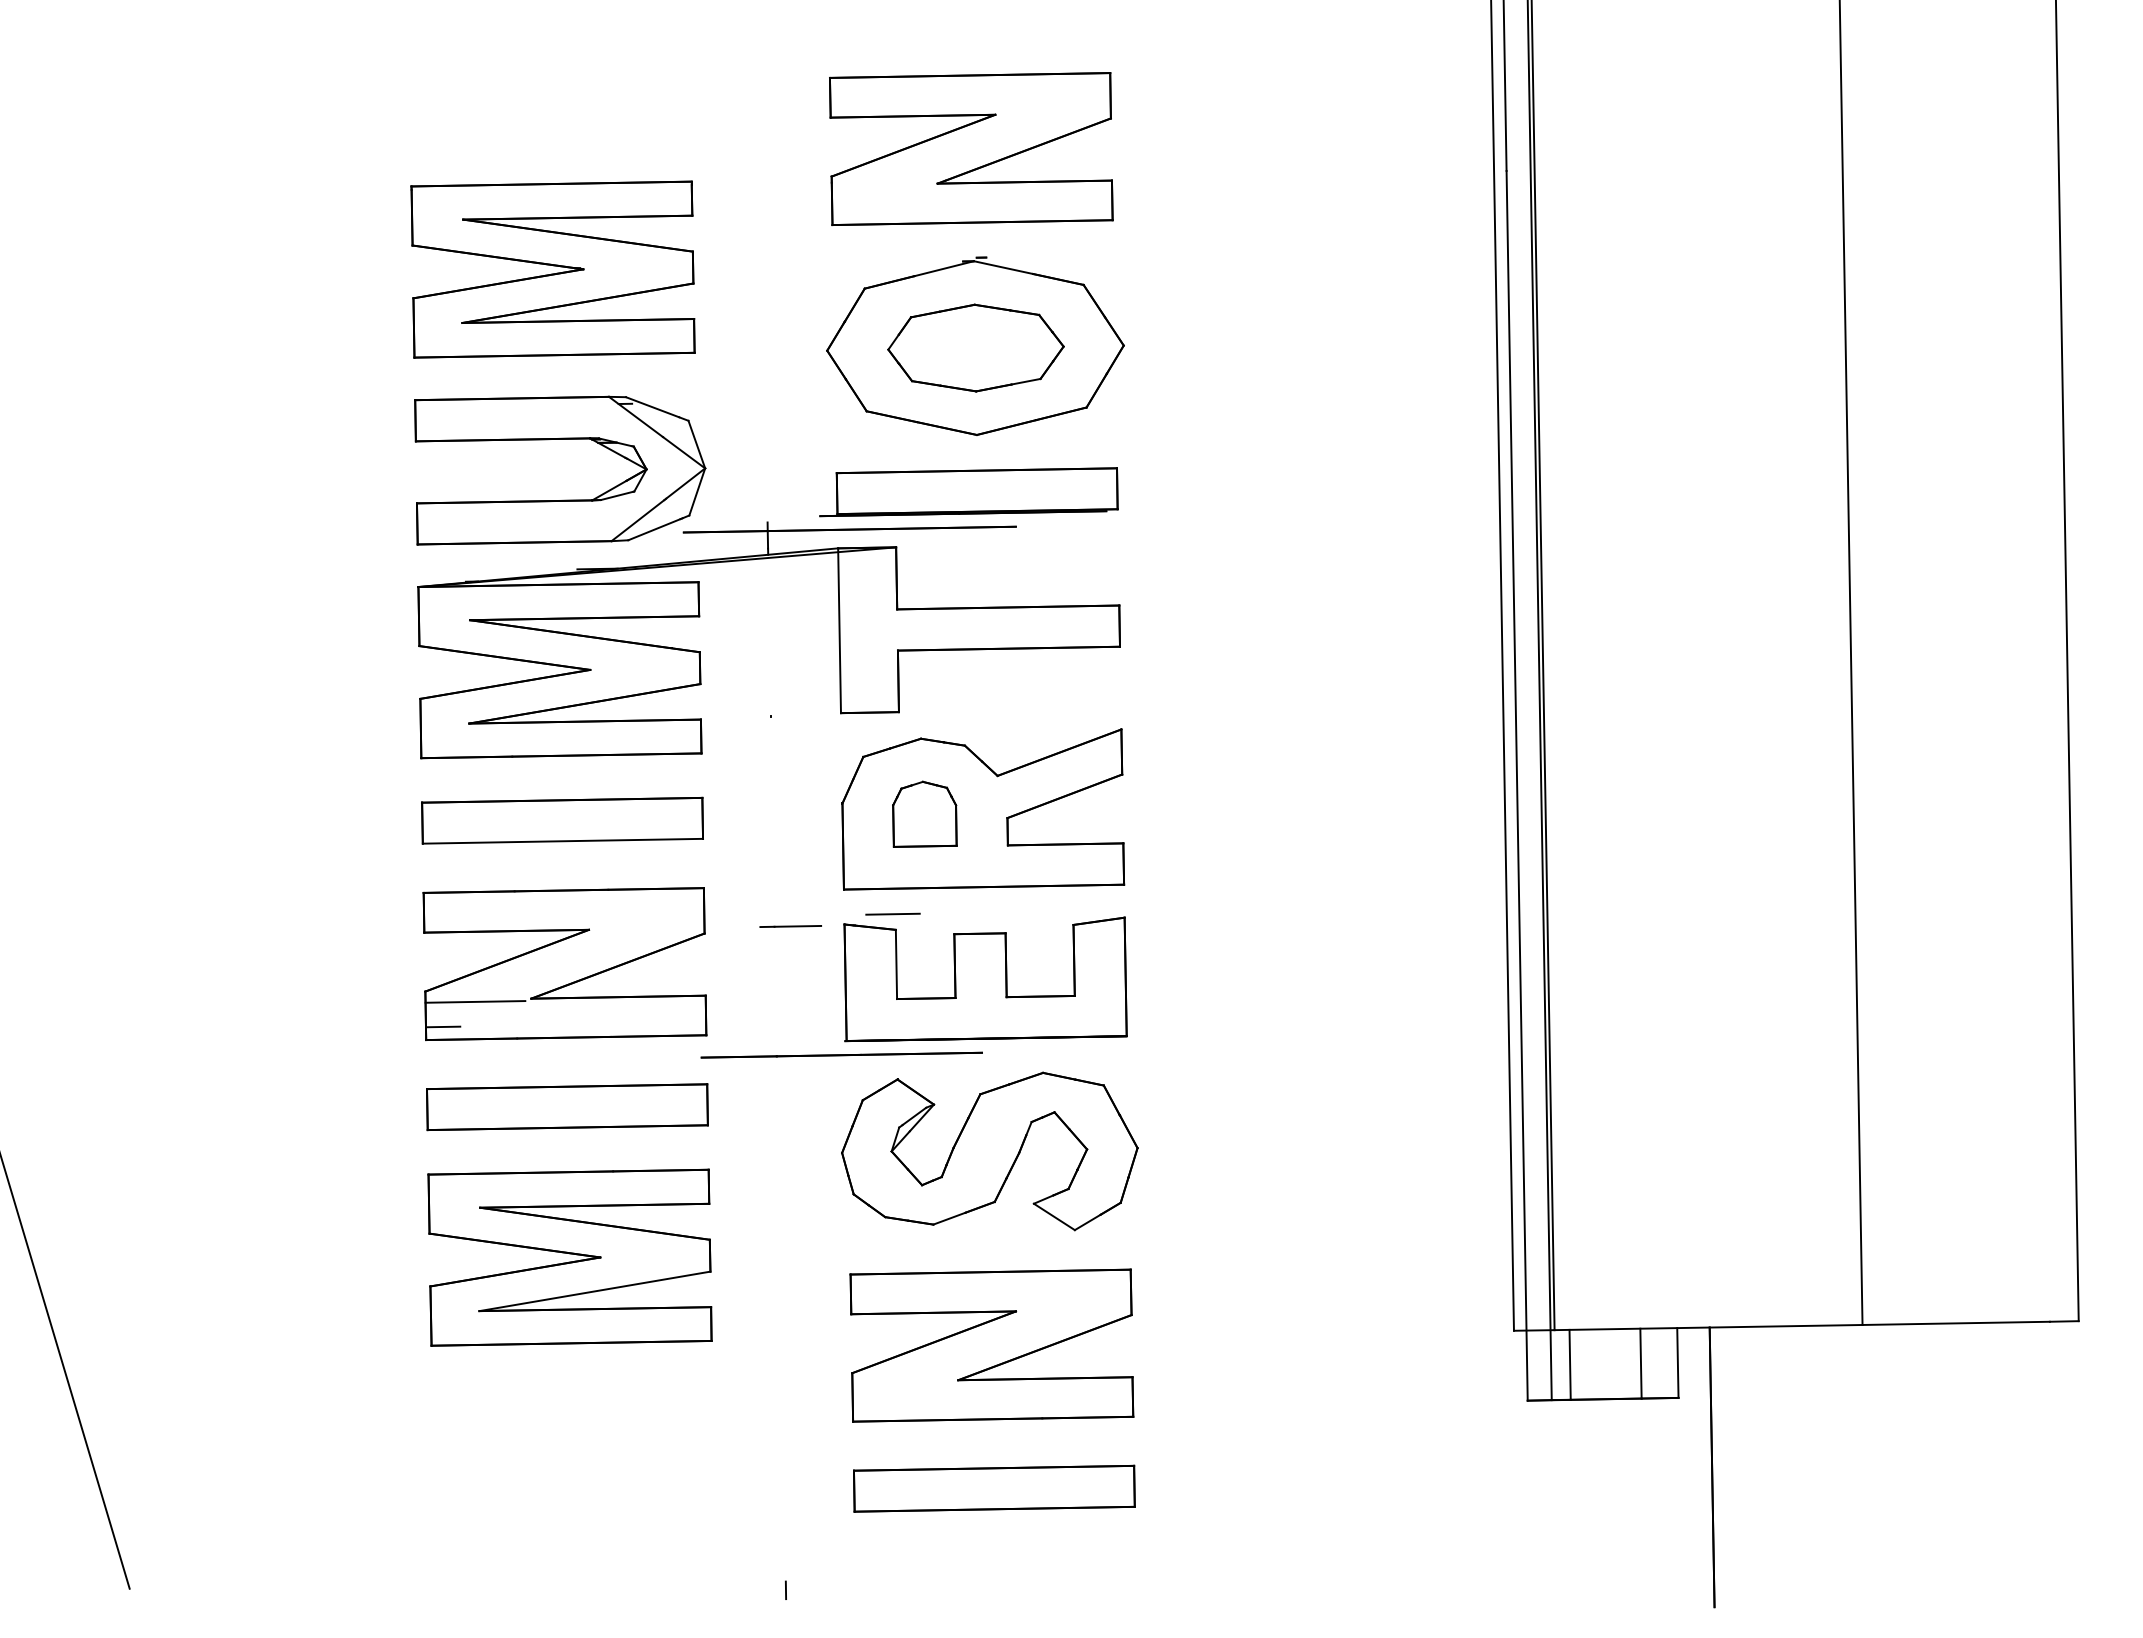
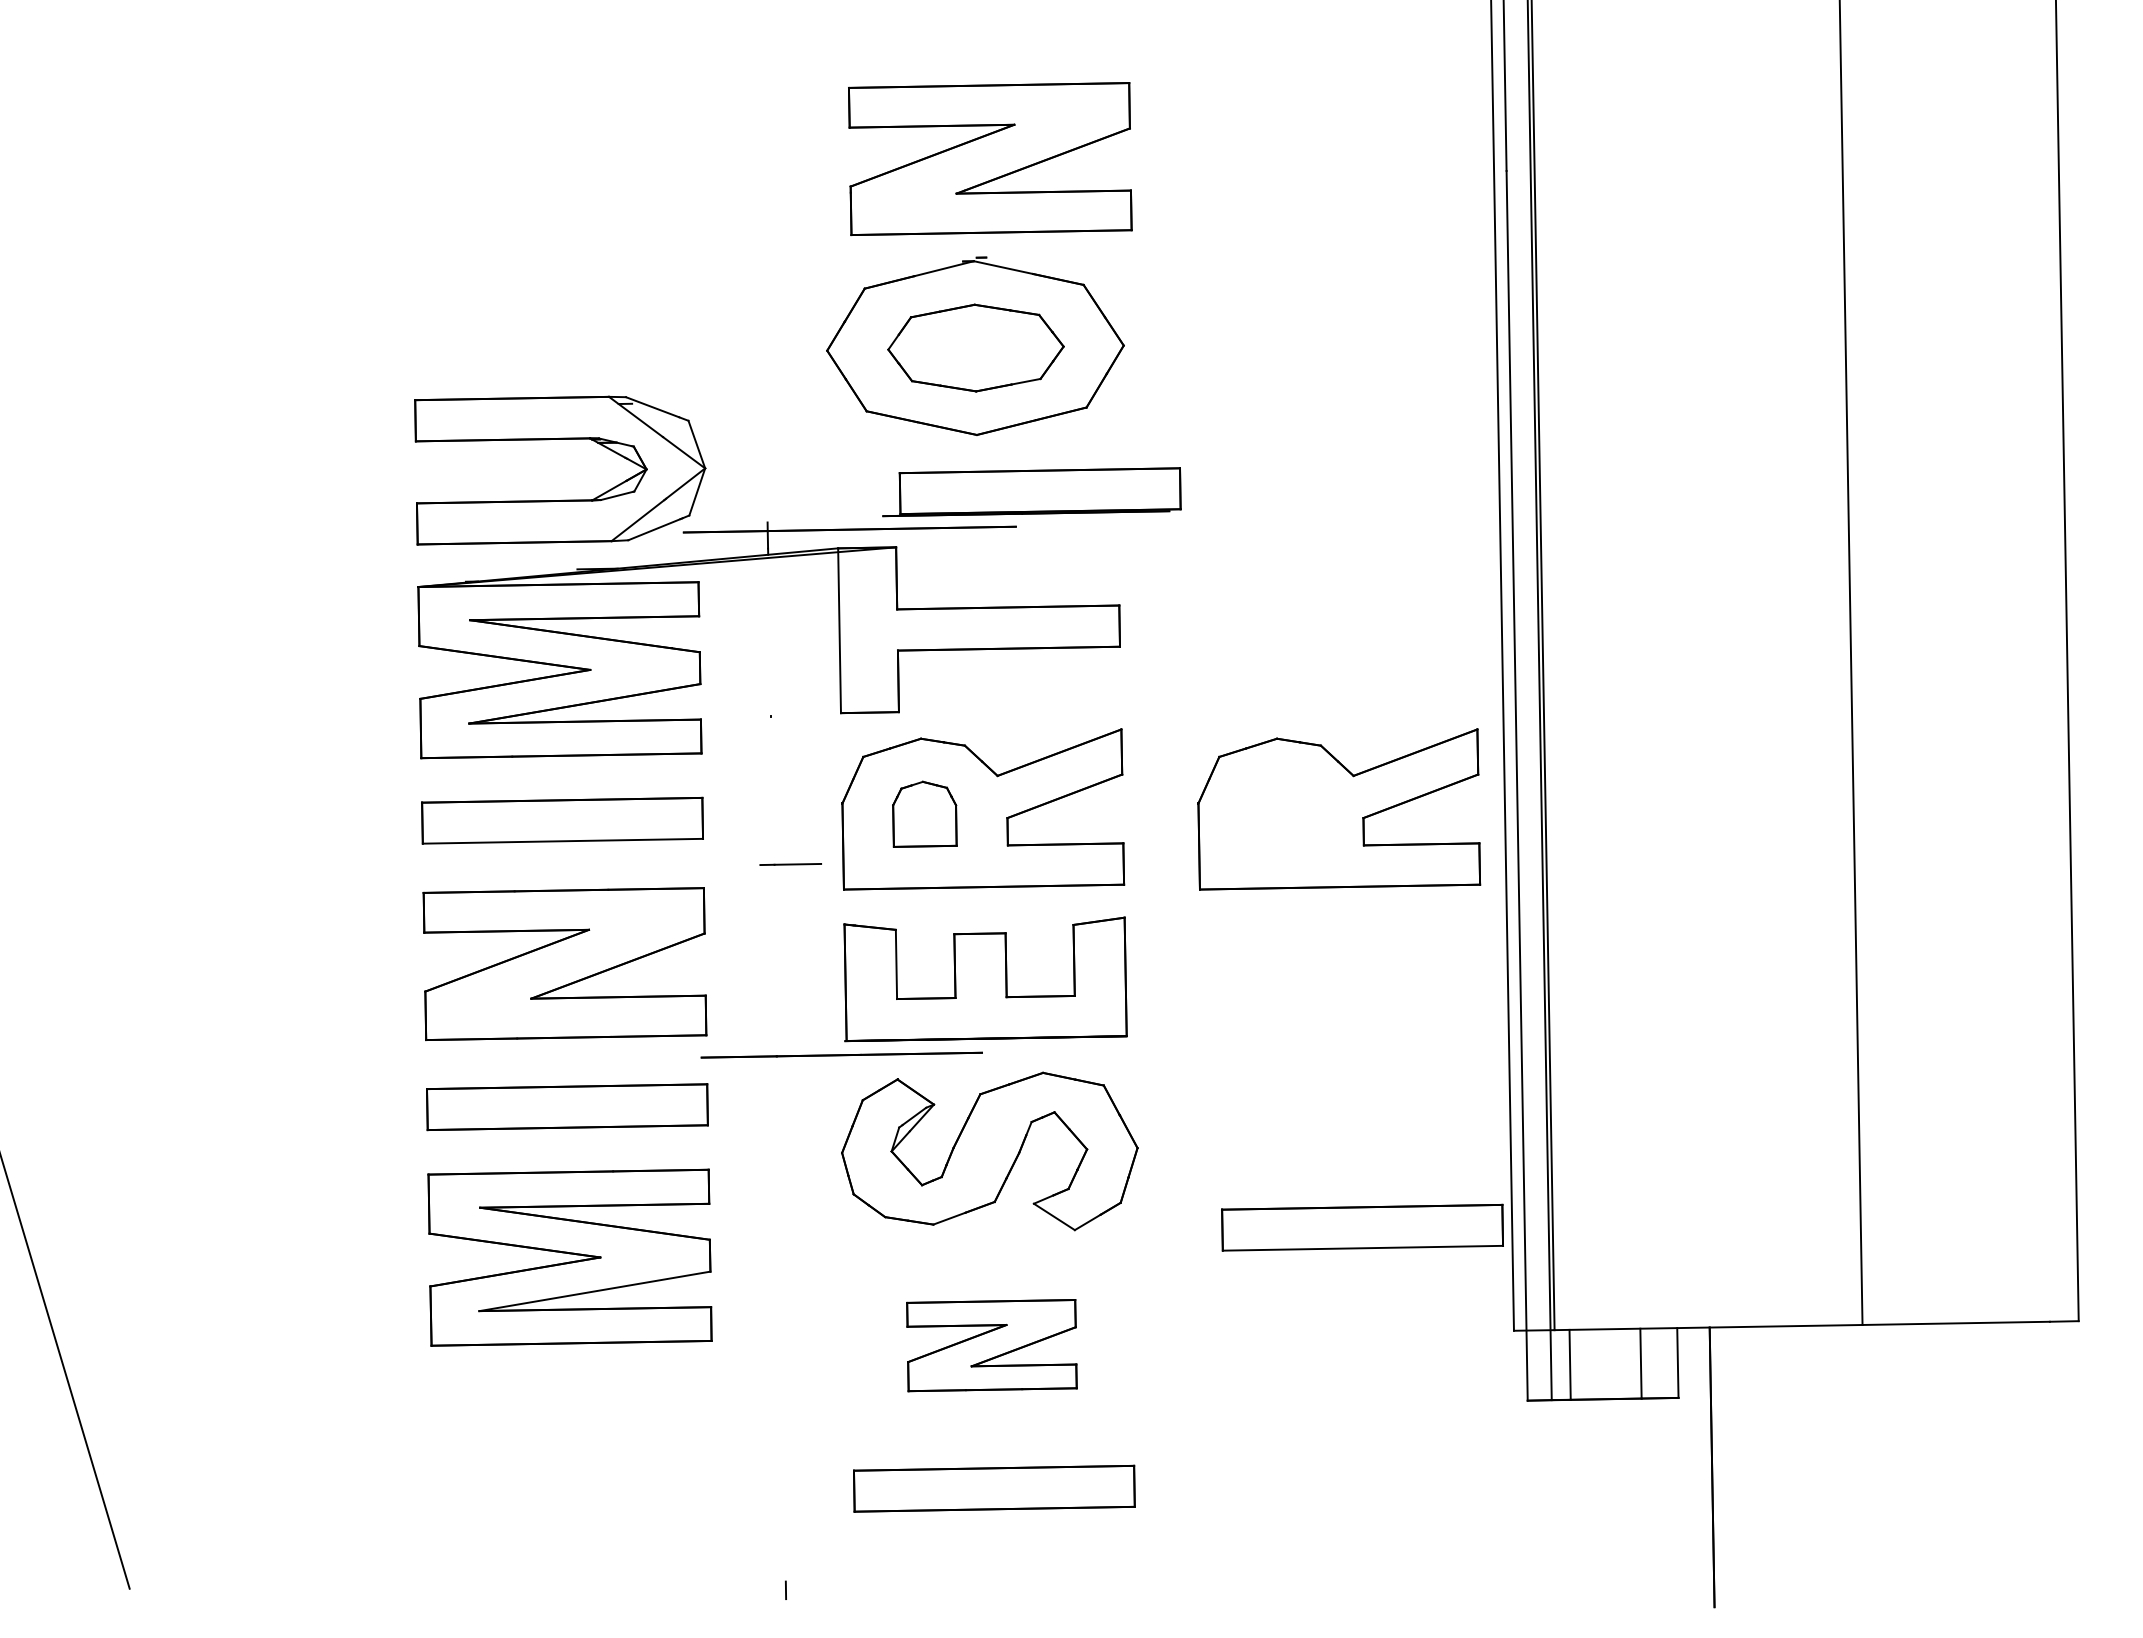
part at (971, 148) position: (971, 148) -> (990, 158)
part at (552, 269): present -> none
part at (968, 492) position: (968, 492) -> (1031, 492)
part at (1339, 809): none -> present
line at (892, 913): present -> none
line at (790, 926) position: (790, 926) -> (790, 864)
line at (475, 1001): present -> none
line at (443, 1026): present -> none
part at (1362, 1227): none -> present
part at (991, 1345) size: 286x155 px -> 172x94 px
